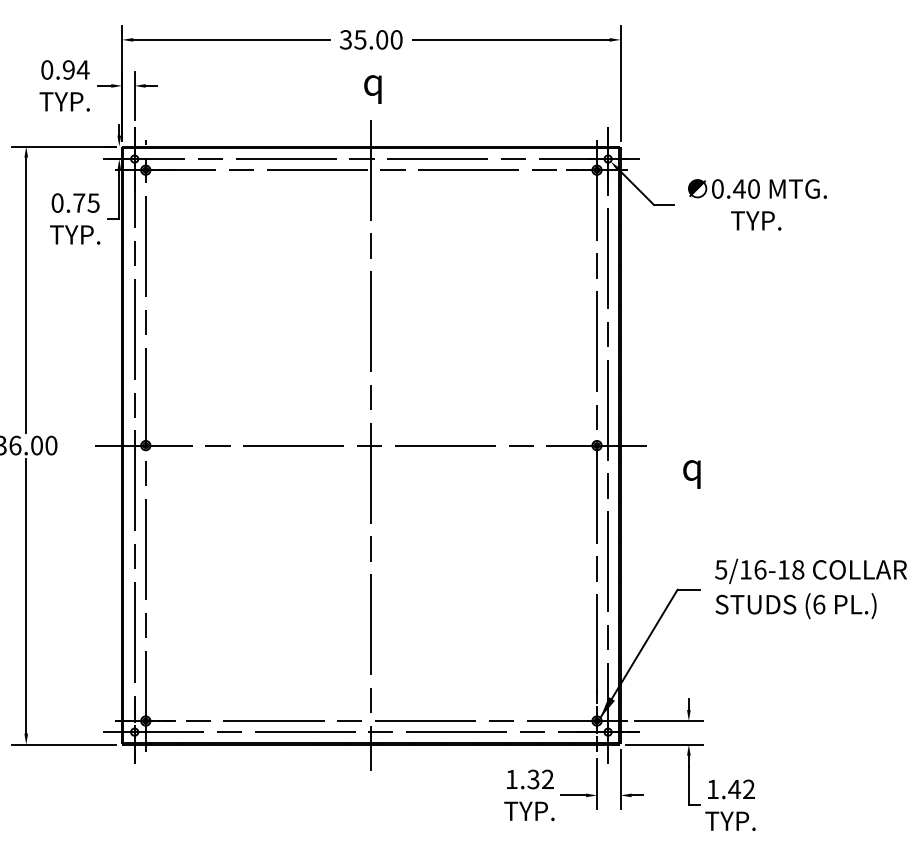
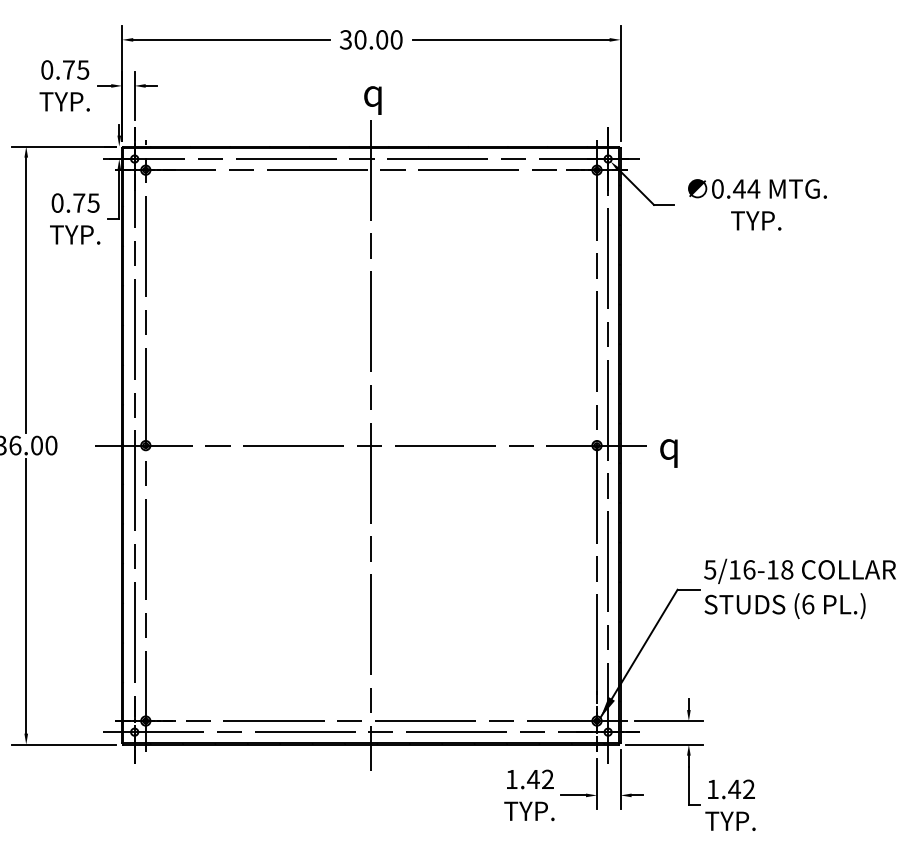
text at (360, 39): 35.00 -> 30.00
text at (75, 69): 0.94 -> 0.75
text at (372, 89) position: (372, 89) -> (372, 100)
text at (753, 188): 0.40 -> 0.44
text at (691, 474) position: (691, 474) -> (668, 453)
text at (810, 588) position: (810, 588) -> (799, 588)
text at (533, 779): 1.32 -> 1.42
